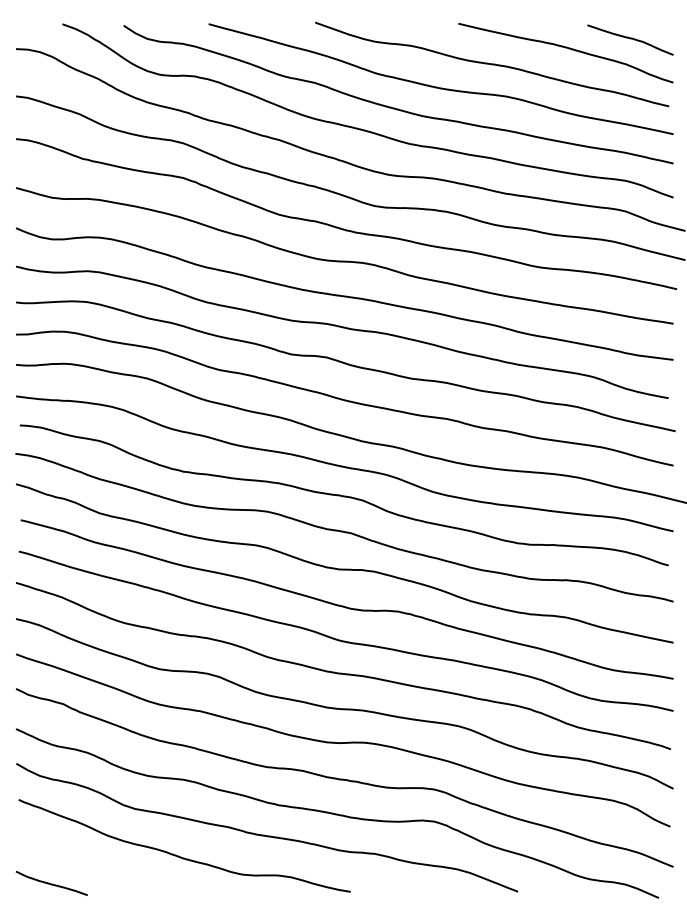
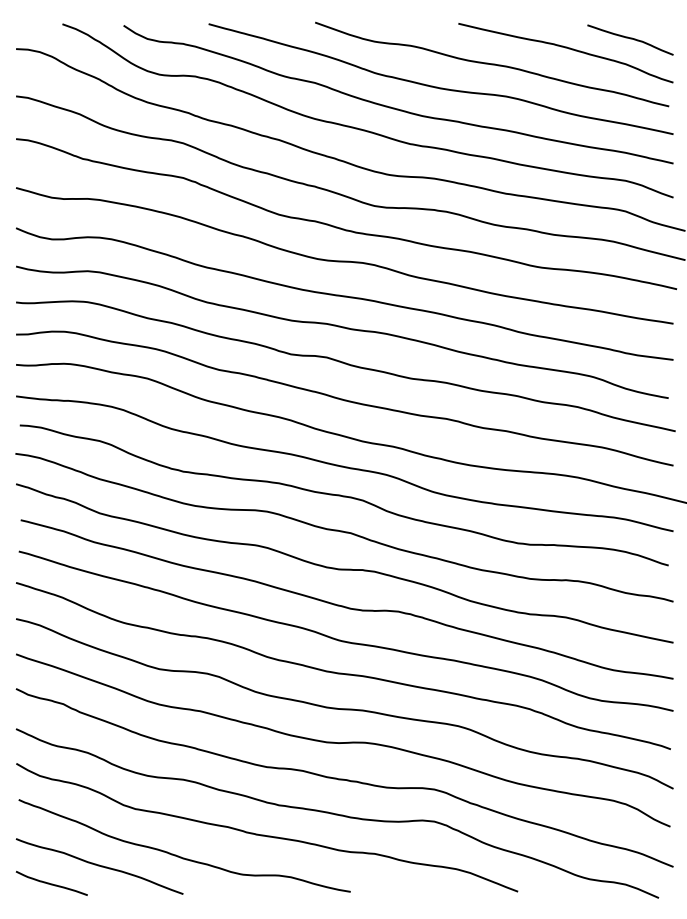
curve at (99, 866): none -> present
